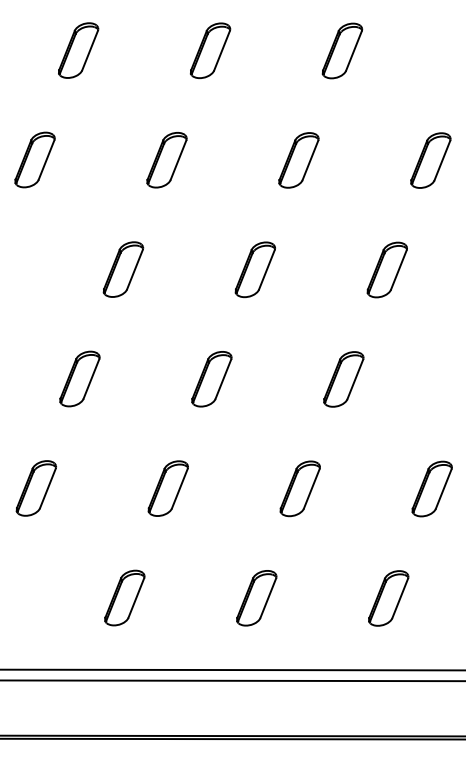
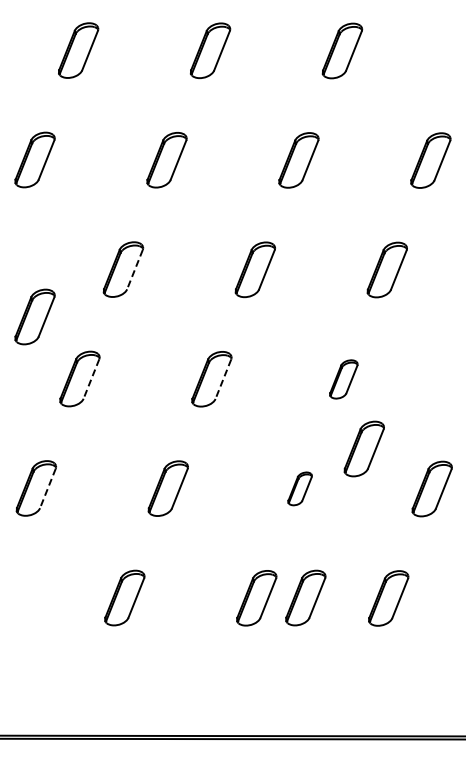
line at (134, 270): solid -> dashed
part at (34, 316): none -> present
line at (91, 379): solid -> dashed
line at (223, 379): solid -> dashed
part at (343, 379) size: 42x57 px -> 30x41 px
part at (363, 448): none -> present
line at (47, 488): solid -> dashed
part at (299, 488) size: 42x58 px -> 26x36 px
part at (305, 597): none -> present
line at (232, 669): present -> none
line at (232, 680): present -> none
